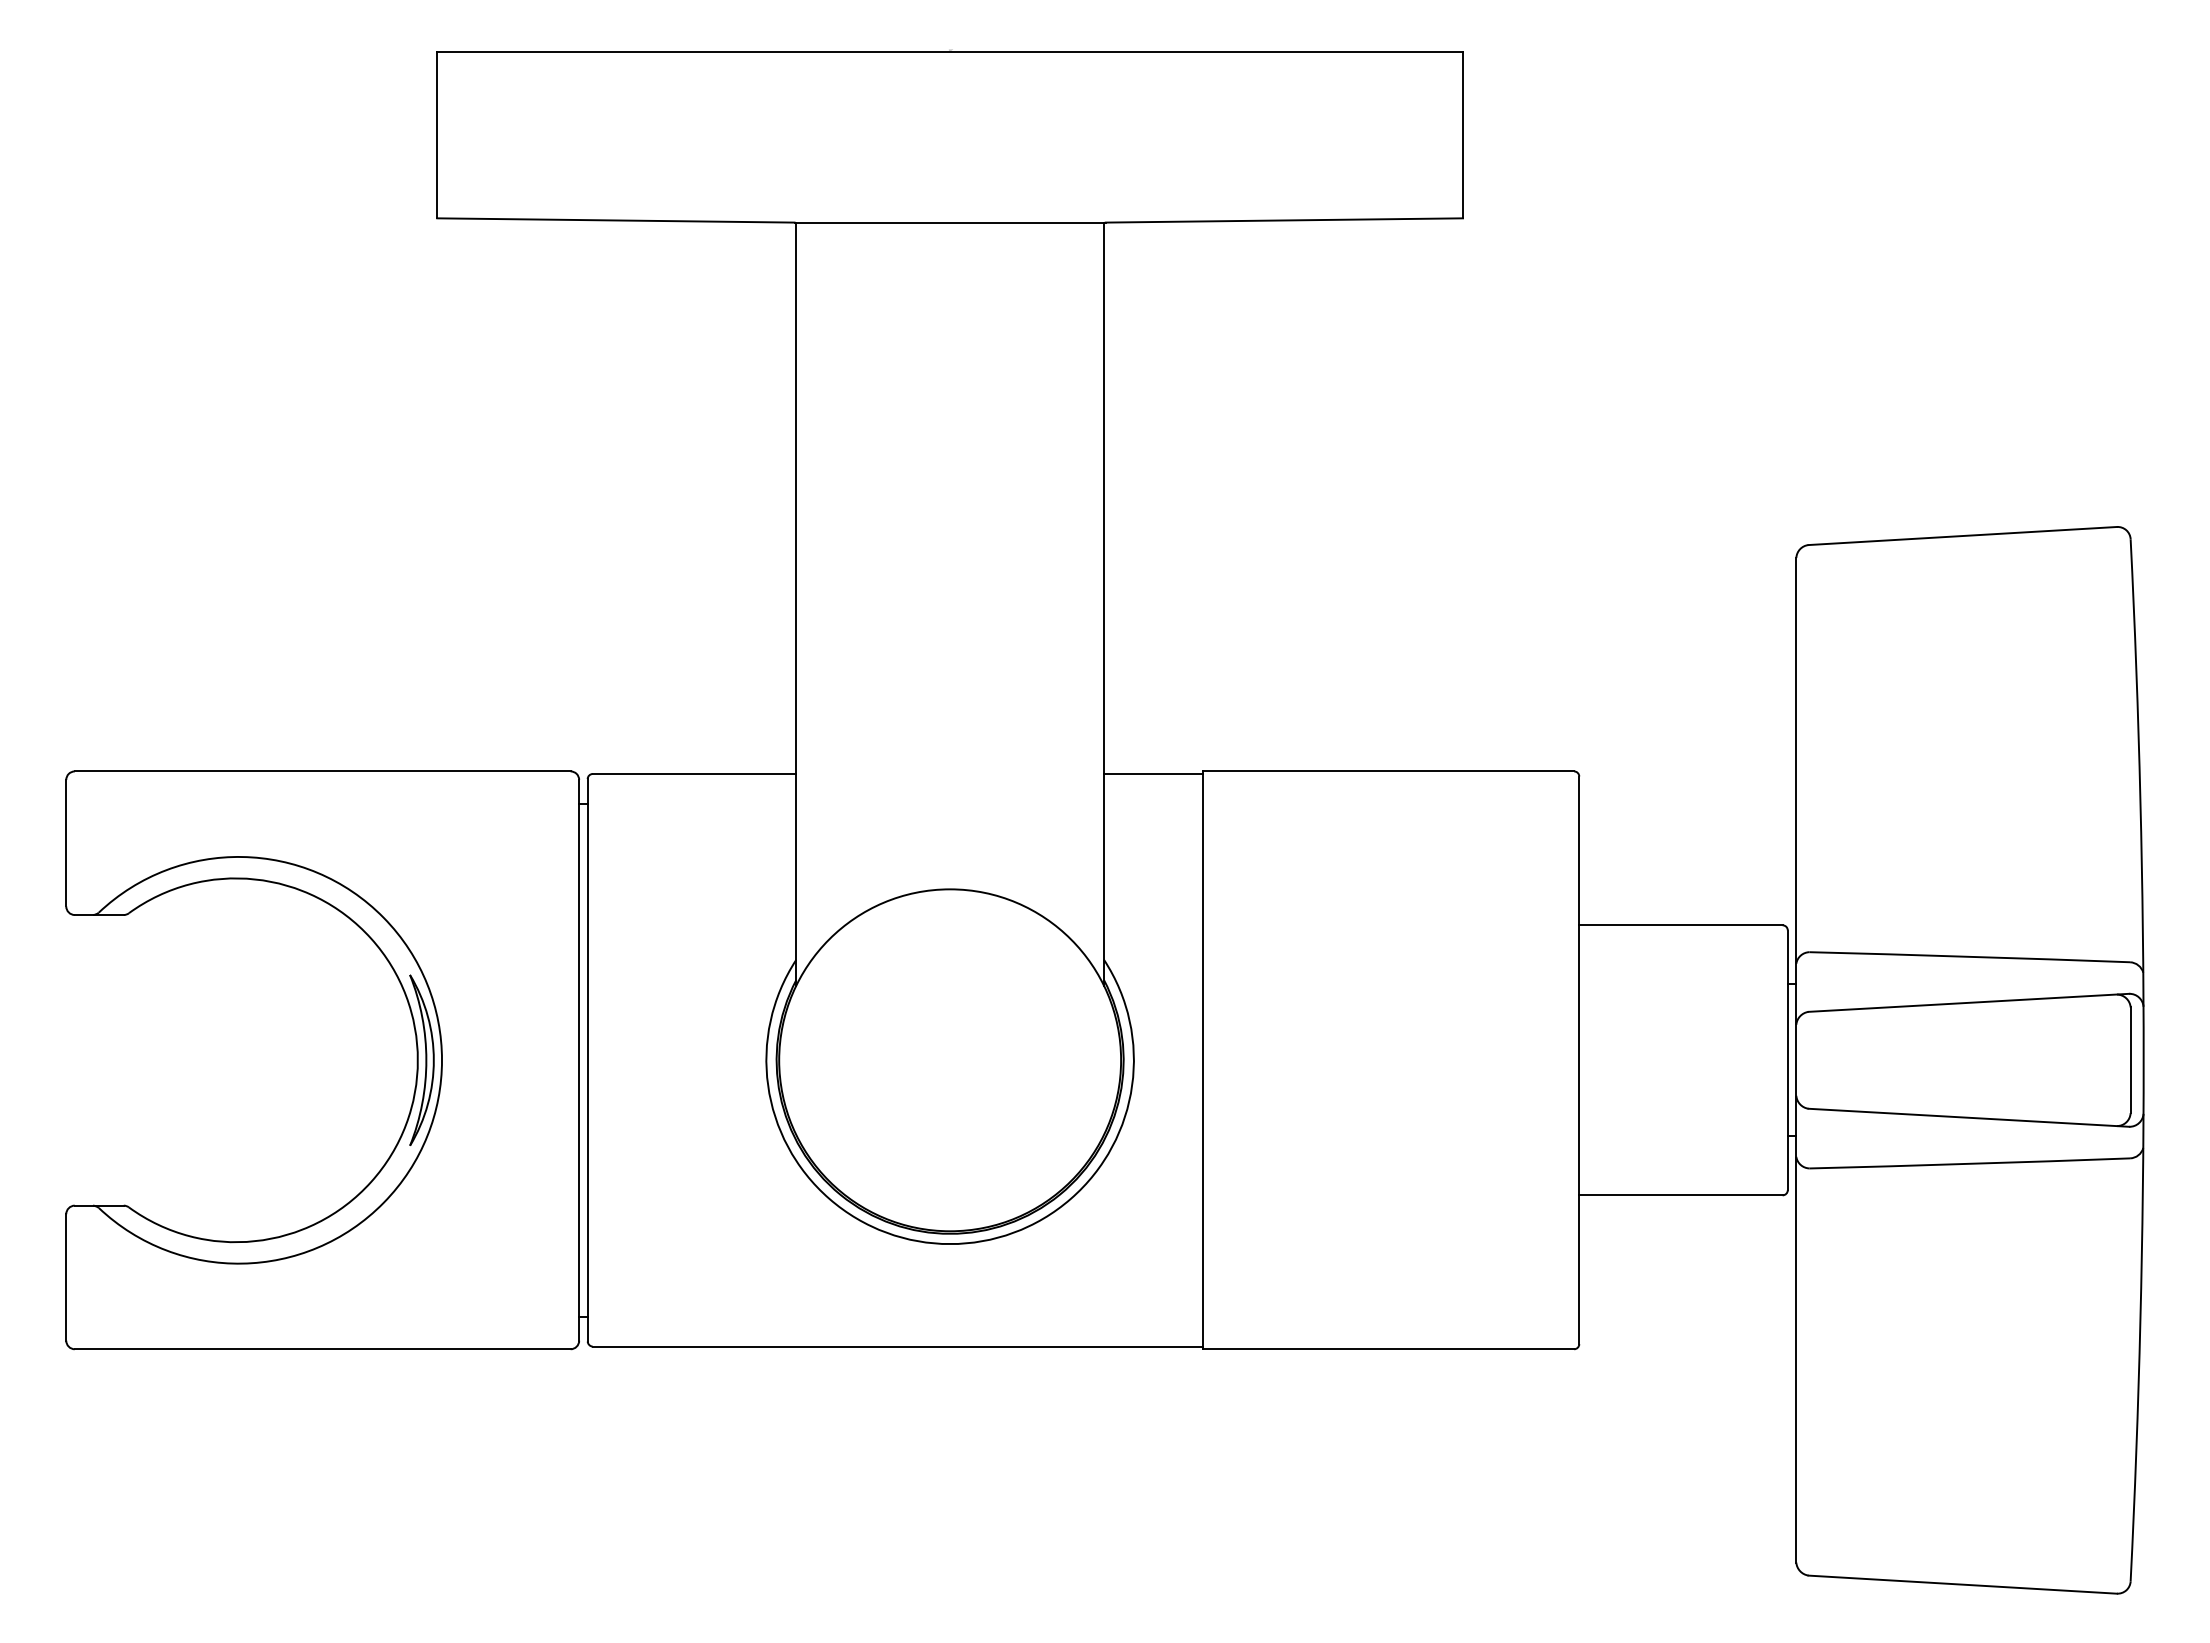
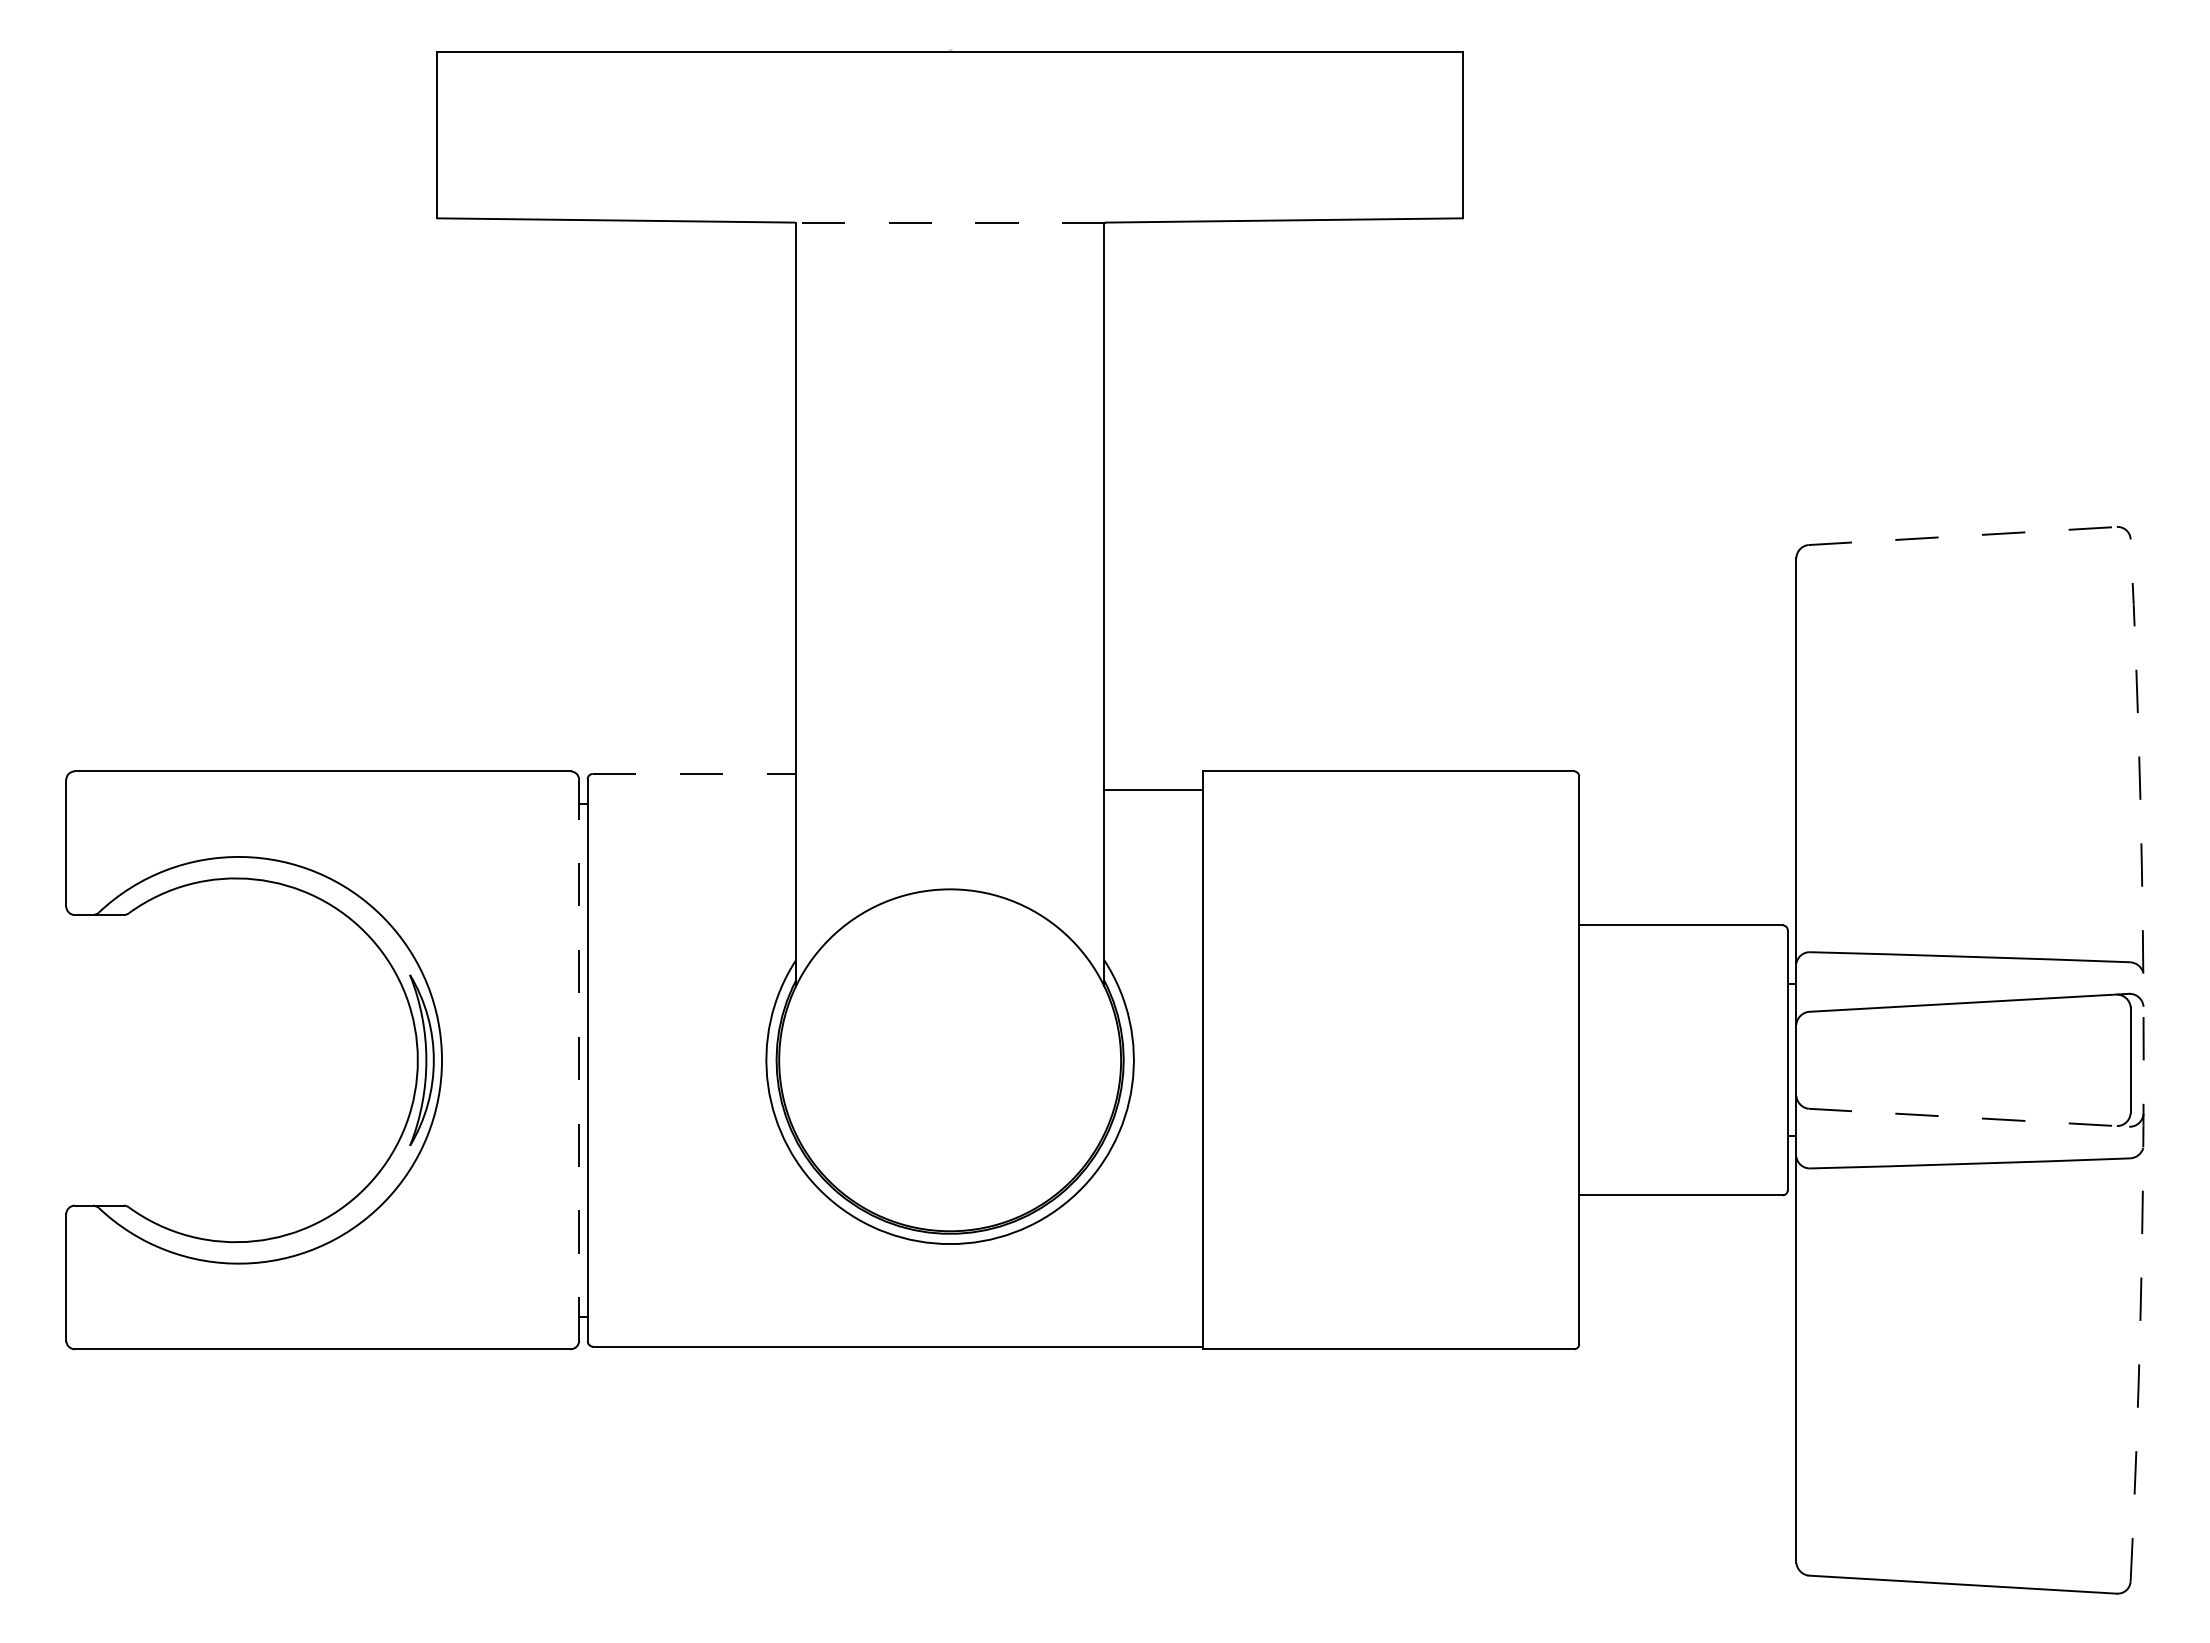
line at (950, 222): solid -> dashed
line at (1963, 536): solid -> dashed
line at (694, 773): solid -> dashed
line at (1153, 773) position: (1153, 773) -> (1153, 789)
line at (579, 1059): solid -> dashed
arc at (2143, 1060): solid -> dashed
line at (1968, 1117): solid -> dashed
